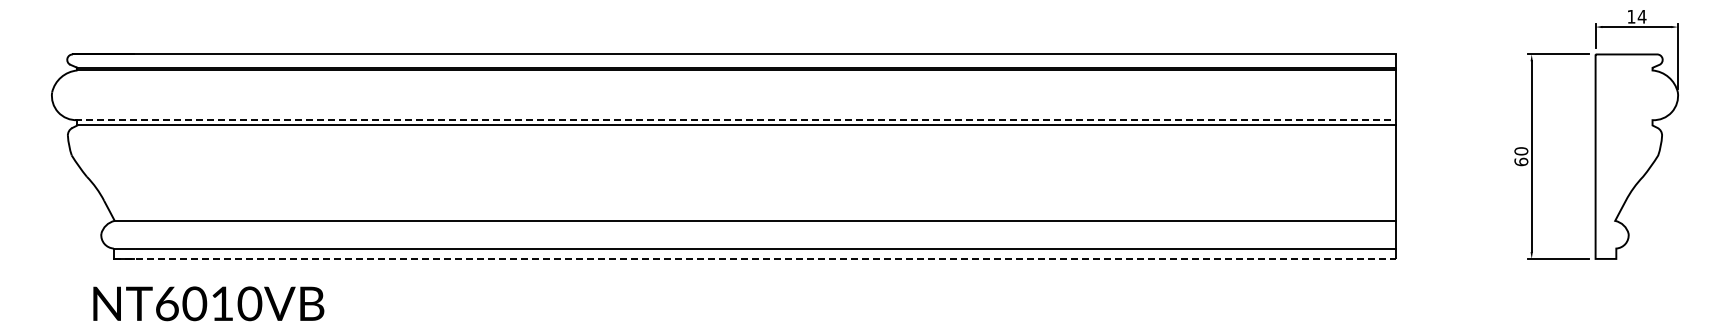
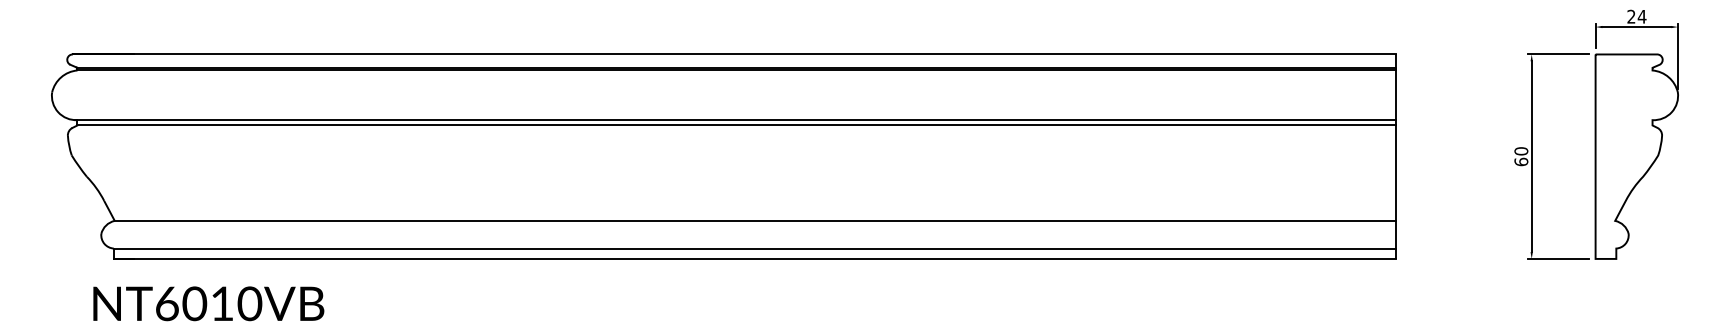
text at (1631, 16): 14 -> 24
line at (735, 120): dashed -> solid
line at (754, 258): dashed -> solid
